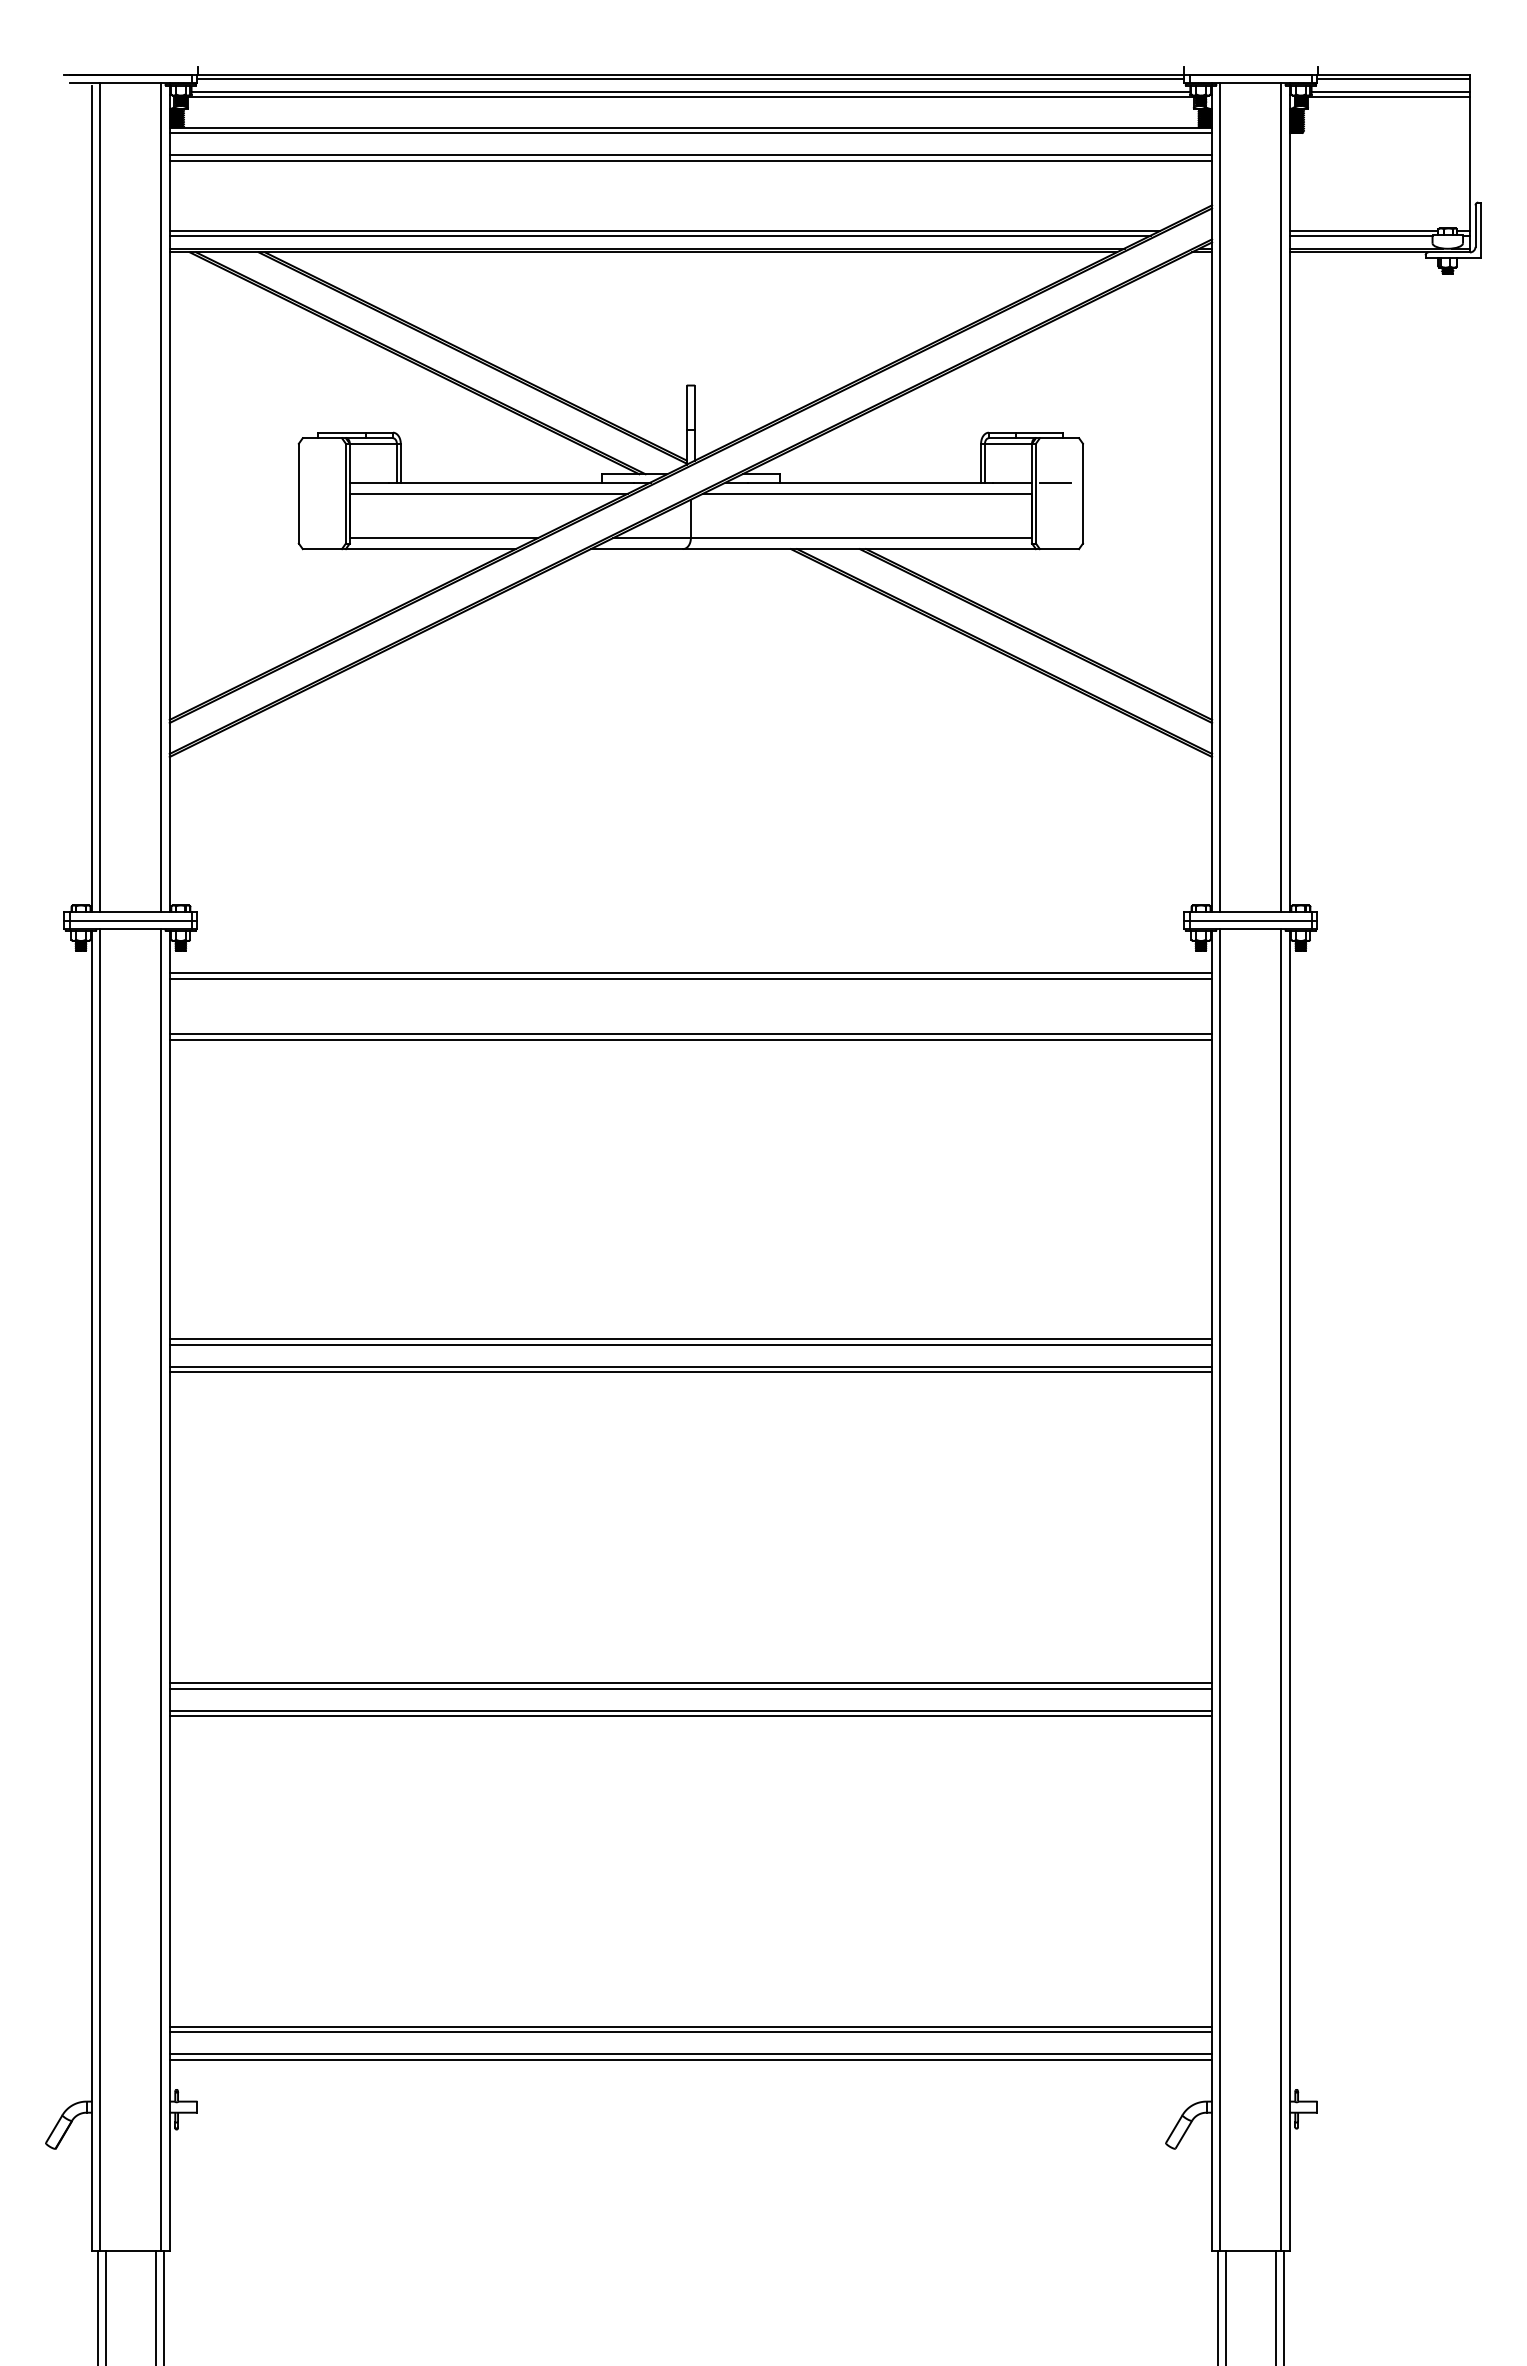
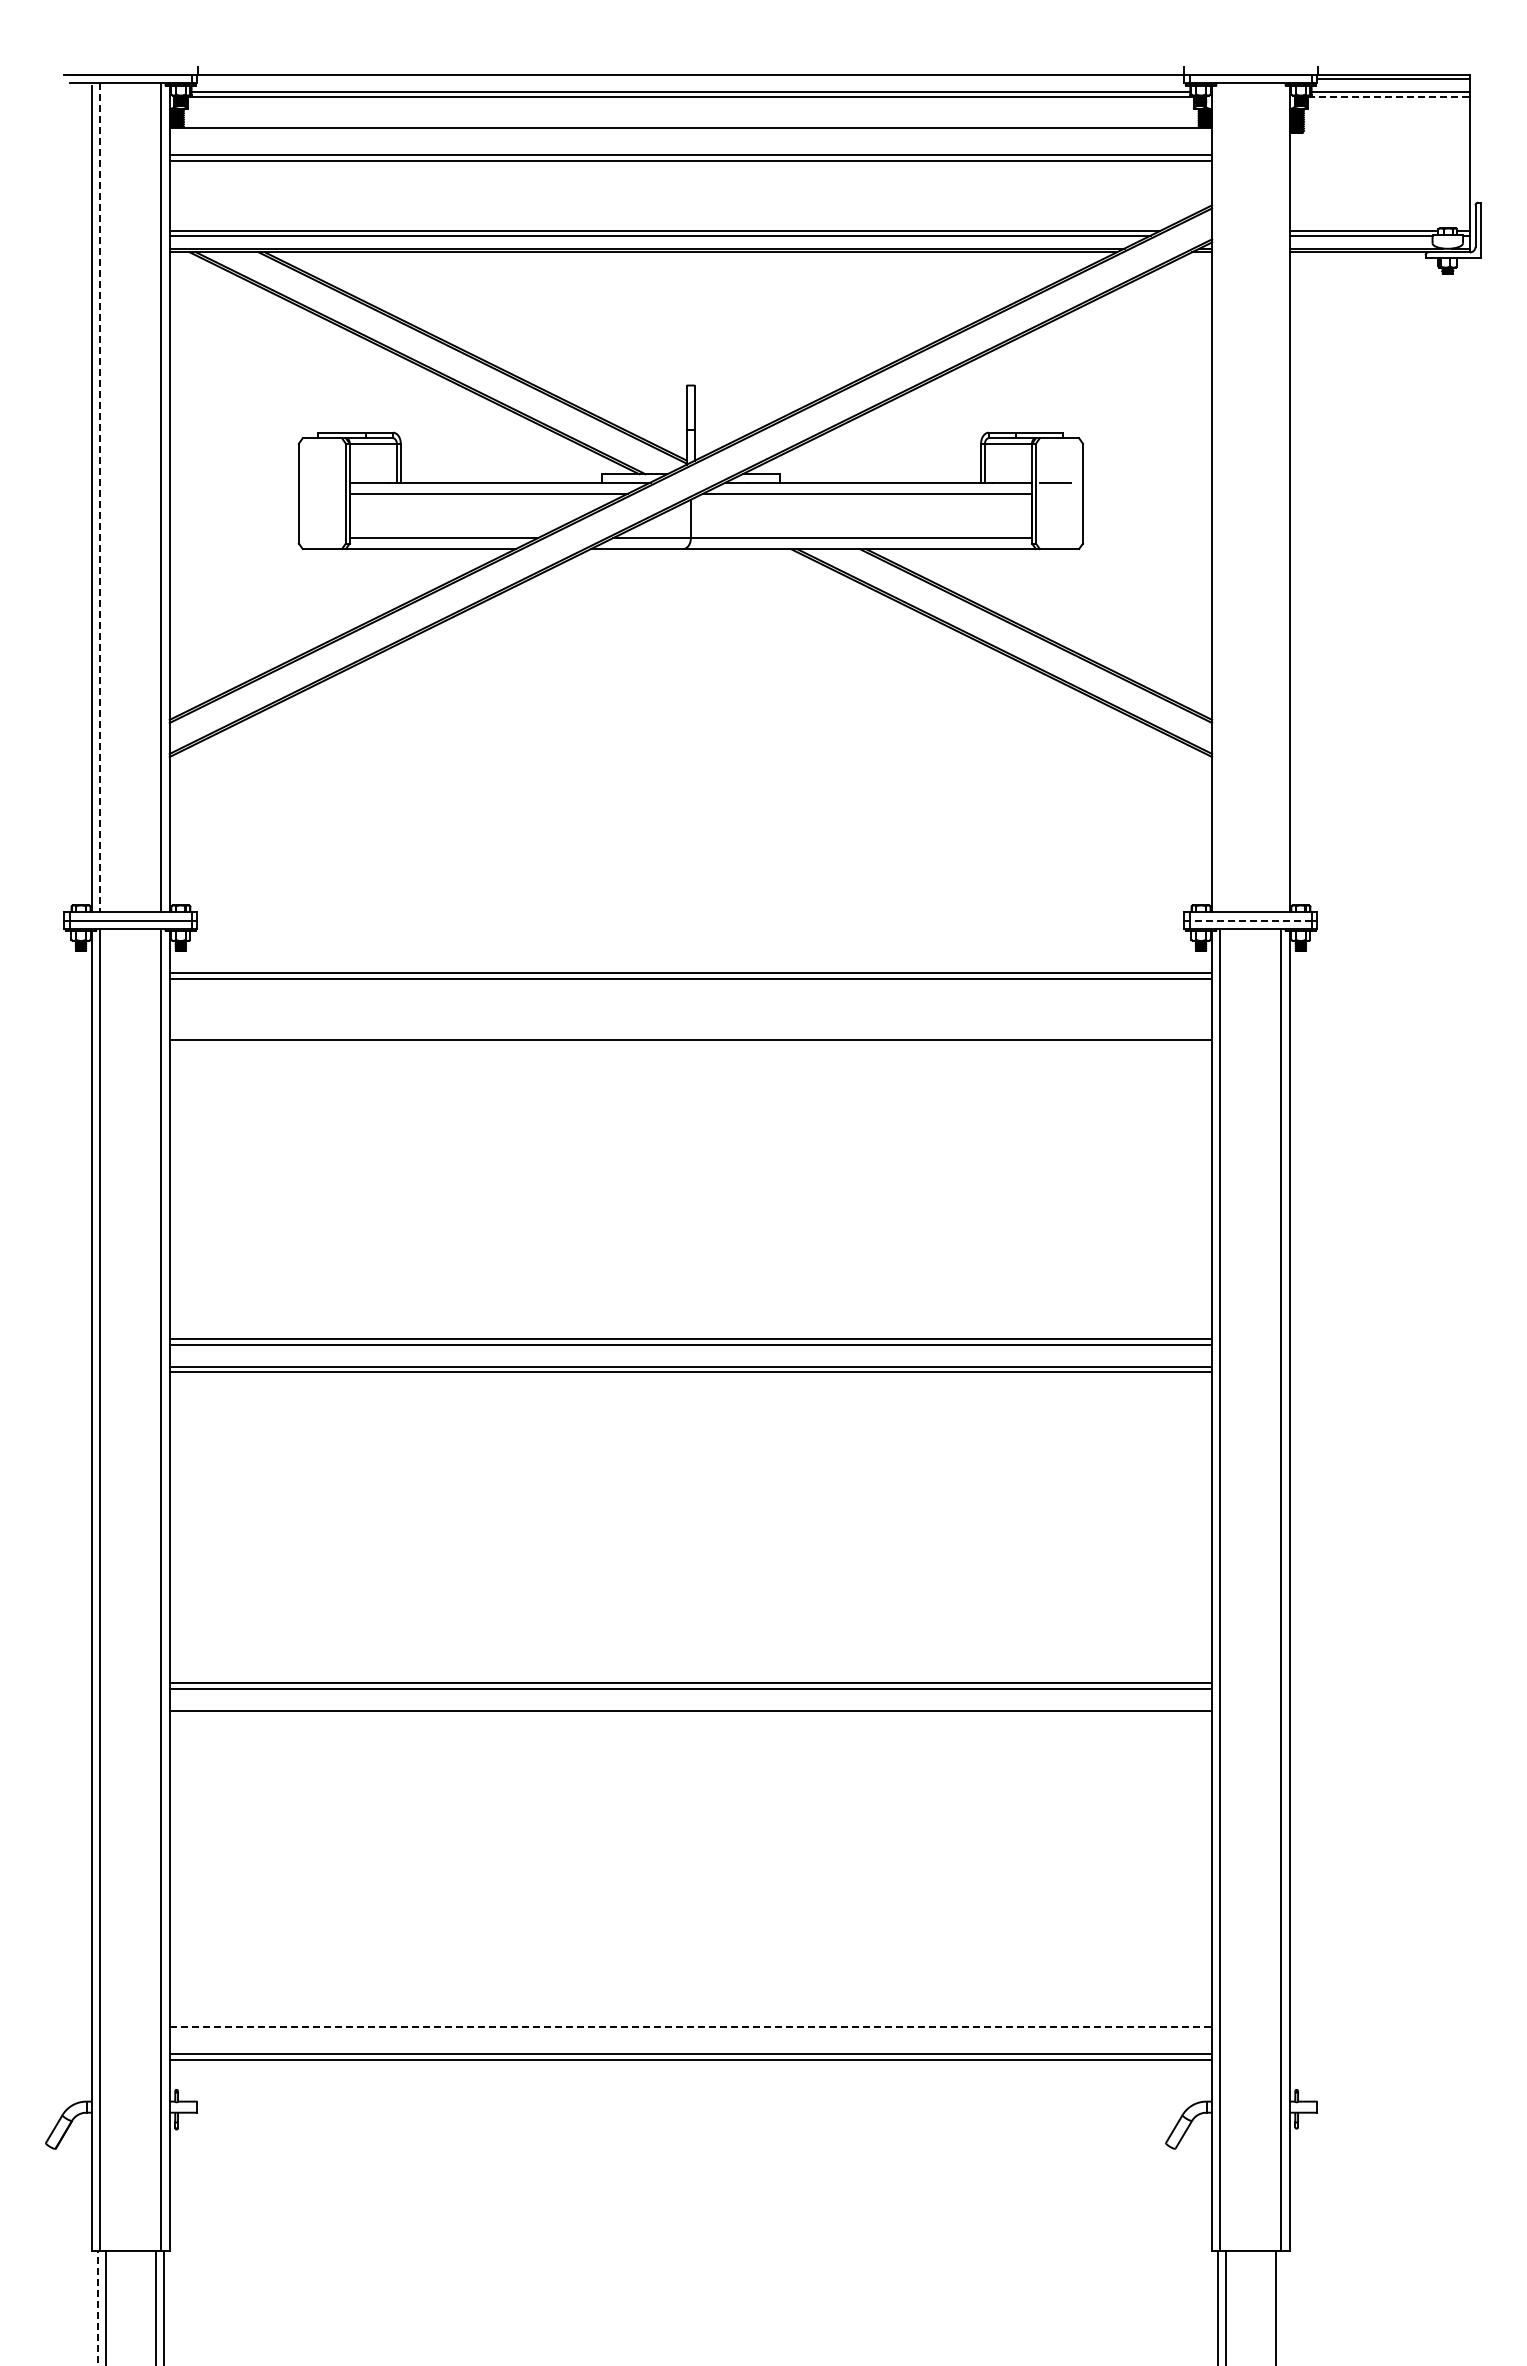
line at (690, 78): present -> none
line at (1389, 96): solid -> dashed
line at (690, 133): present -> none
line at (1220, 497): present -> none
line at (1281, 497): present -> none
line at (100, 498): solid -> dashed
line at (1250, 920): solid -> dashed
line at (690, 1034): present -> none
line at (690, 1716): present -> none
line at (691, 2026): solid -> dashed
line at (690, 2032): present -> none
line at (1284, 2306): present -> none
line at (97, 2308): solid -> dashed
